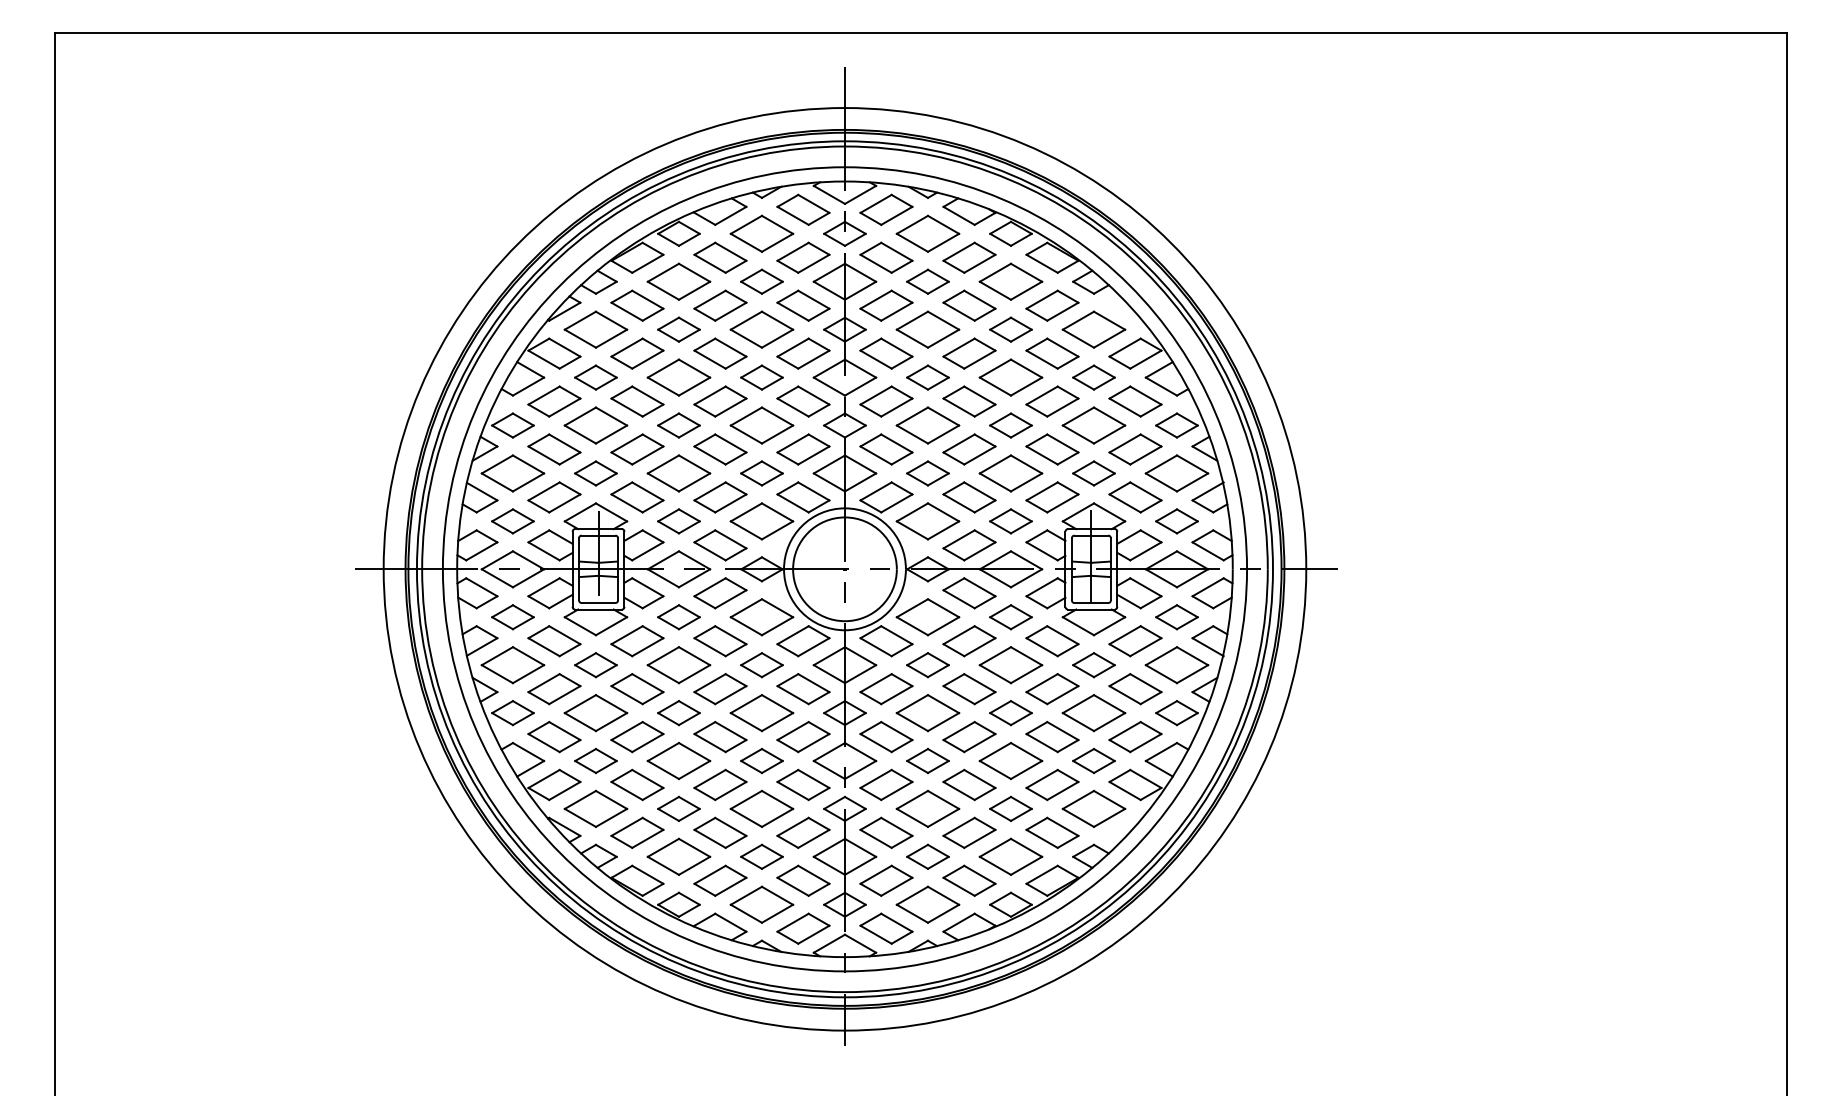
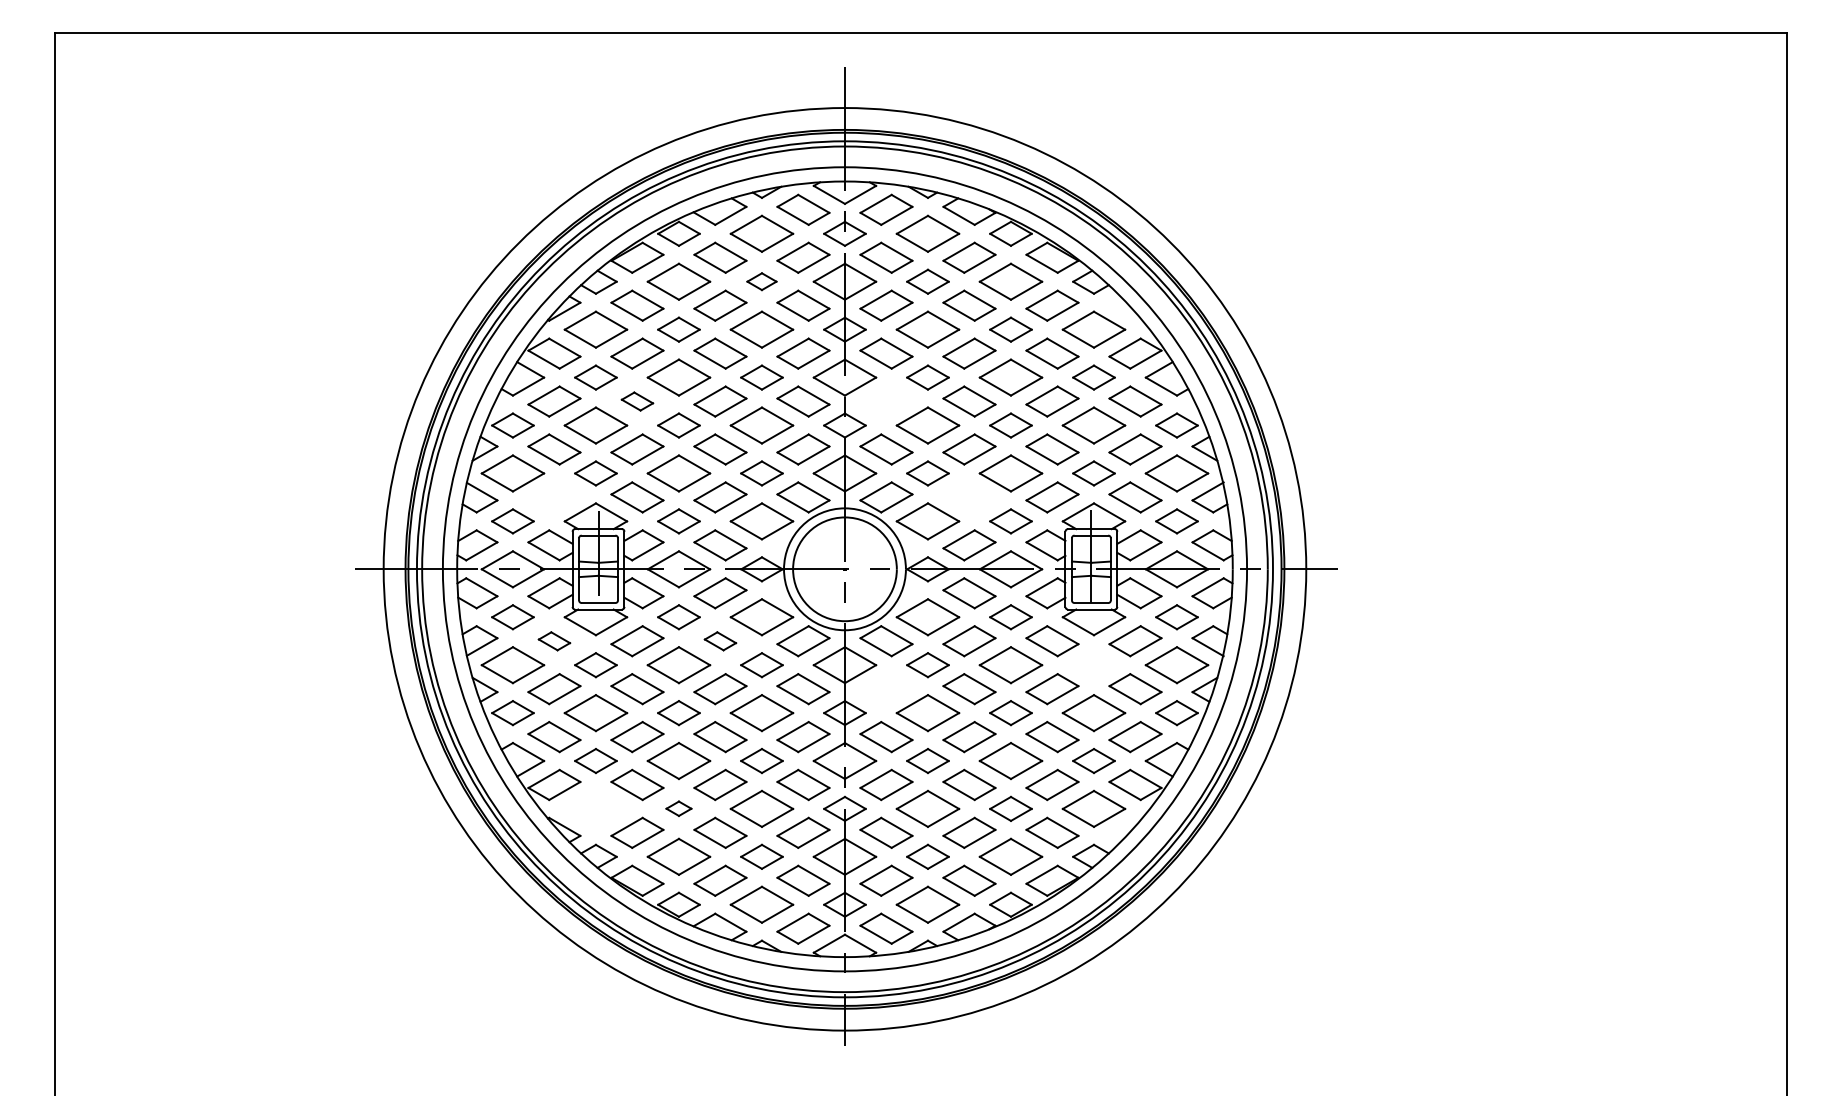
part at (761, 281) size: 44x27 px -> 32x20 px
part at (637, 401) size: 55x33 px -> 35x21 px
part at (886, 401): present -> none
part at (554, 497): present -> none
part at (969, 497): present -> none
part at (554, 641) size: 55x33 px -> 35x21 px
part at (720, 641) size: 55x33 px -> 35x21 px
part at (1093, 665): present -> none
part at (886, 689): present -> none
part at (595, 808): present -> none
part at (678, 808) size: 44x27 px -> 28x17 px
